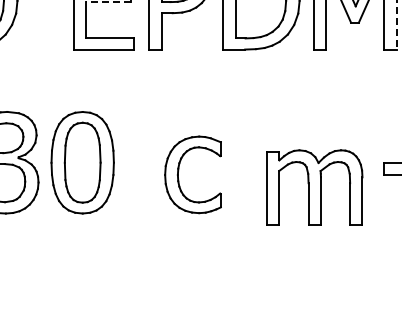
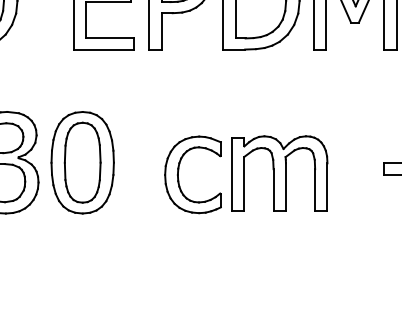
line at (108, 1): dashed -> solid
line at (397, 25): dashed -> solid
part at (314, 187) position: (314, 187) -> (279, 173)
